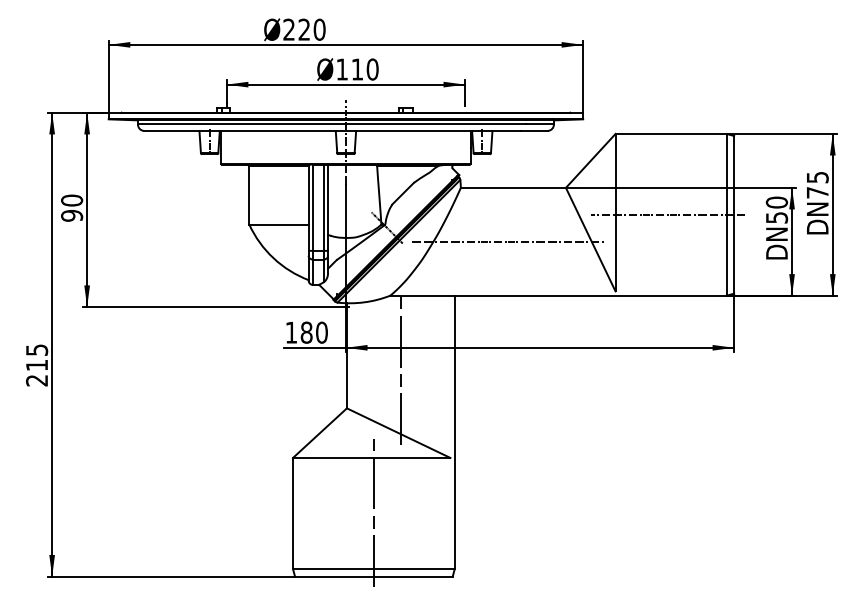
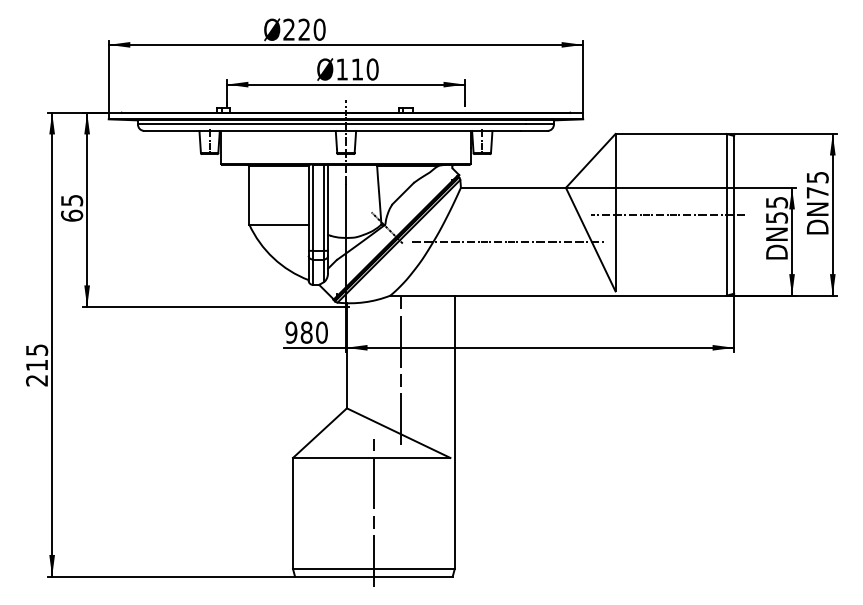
text at (776, 202): 50 -> 55
text at (72, 207): 90 -> 65
text at (291, 332): 180 -> 980
